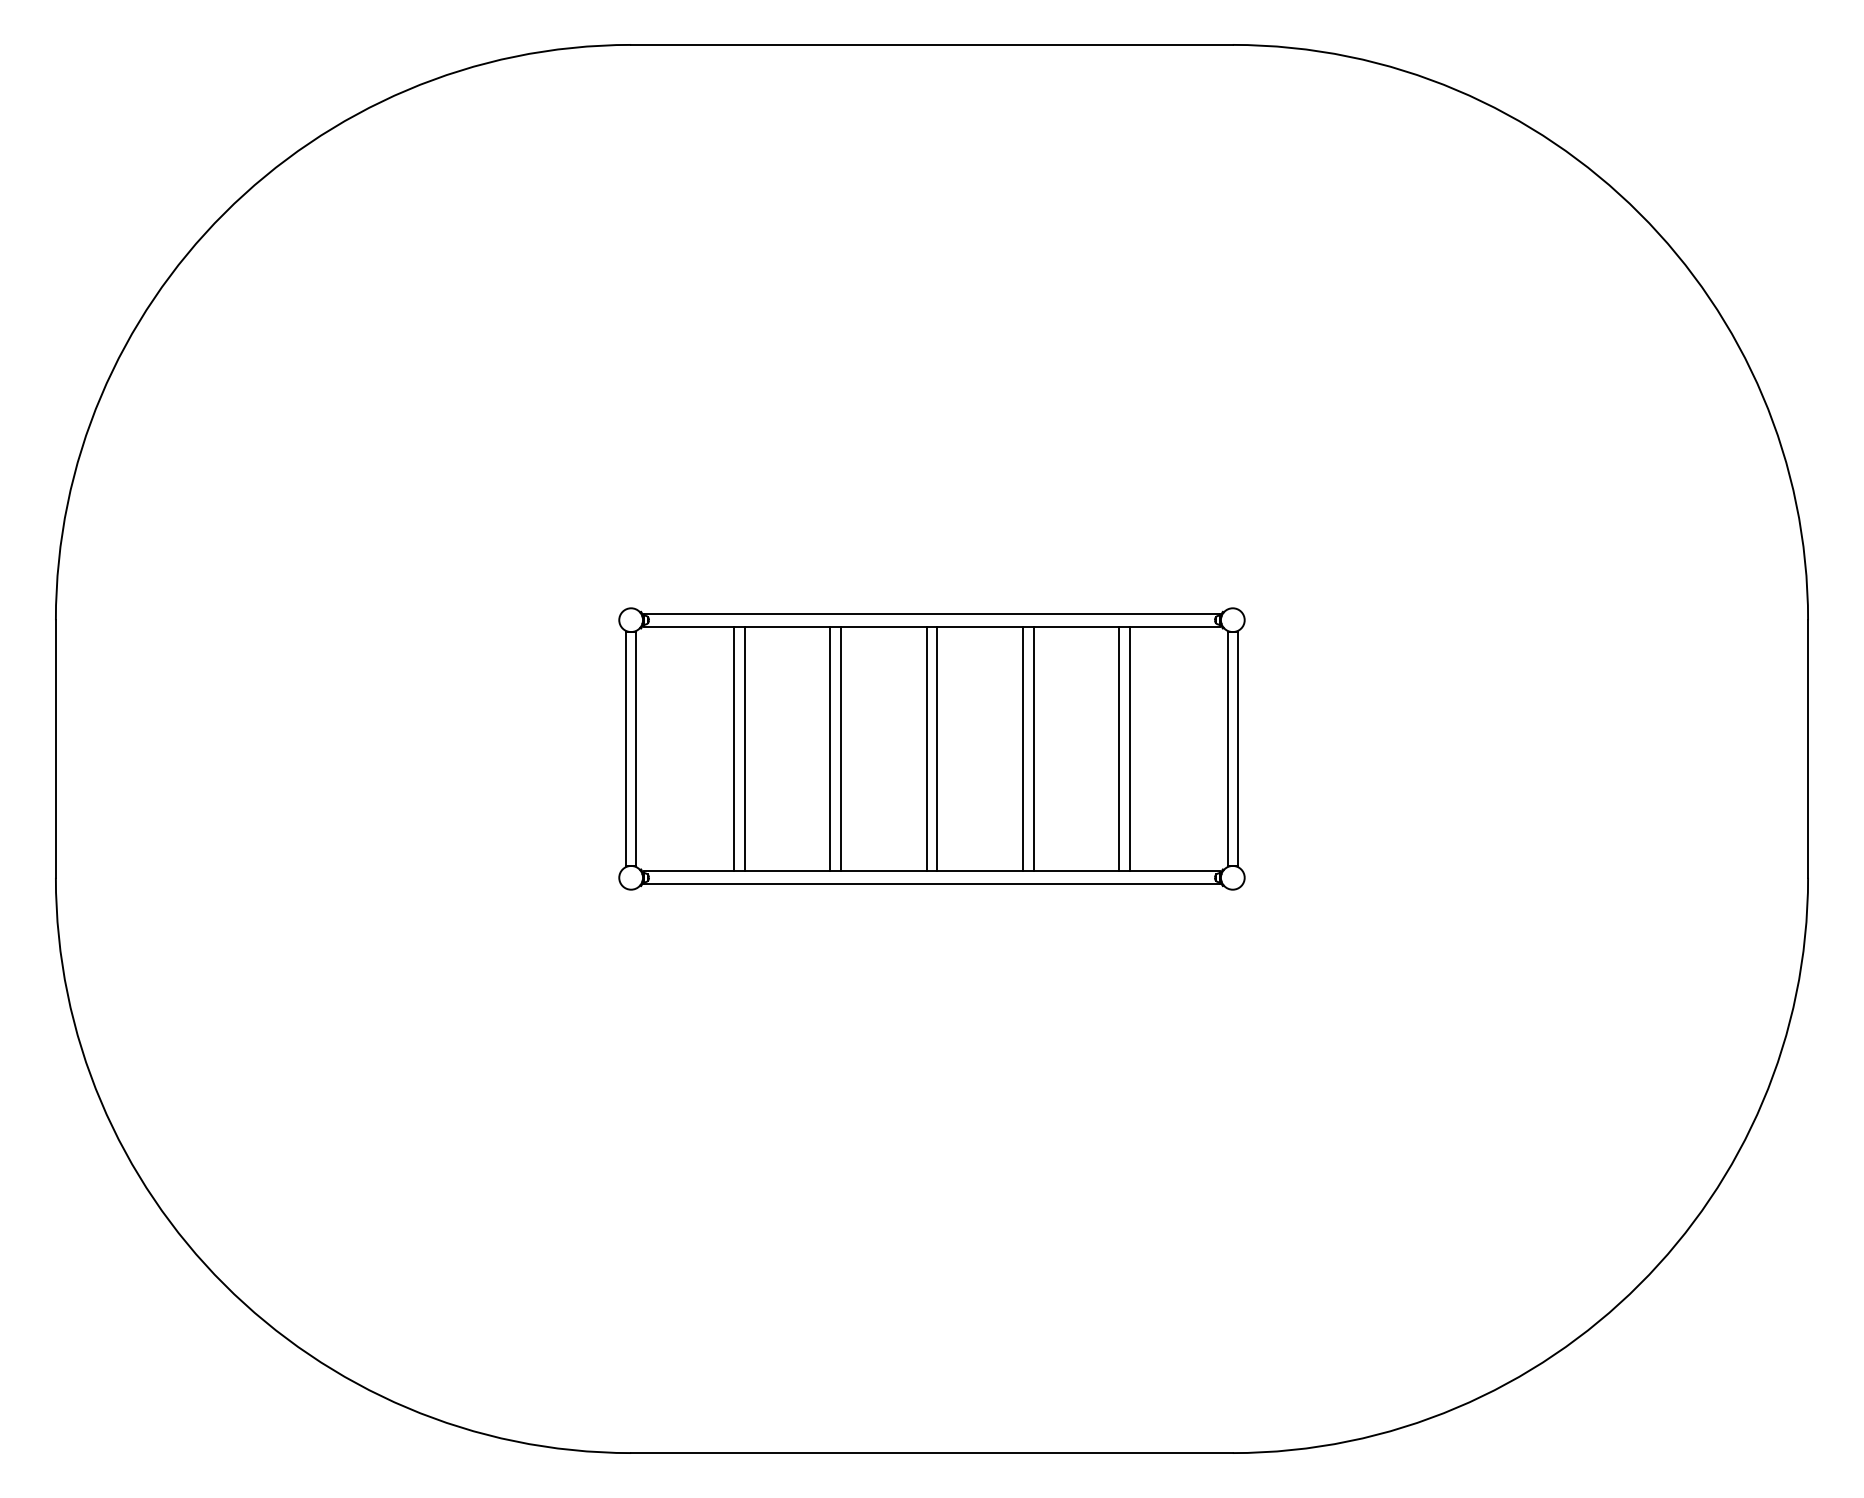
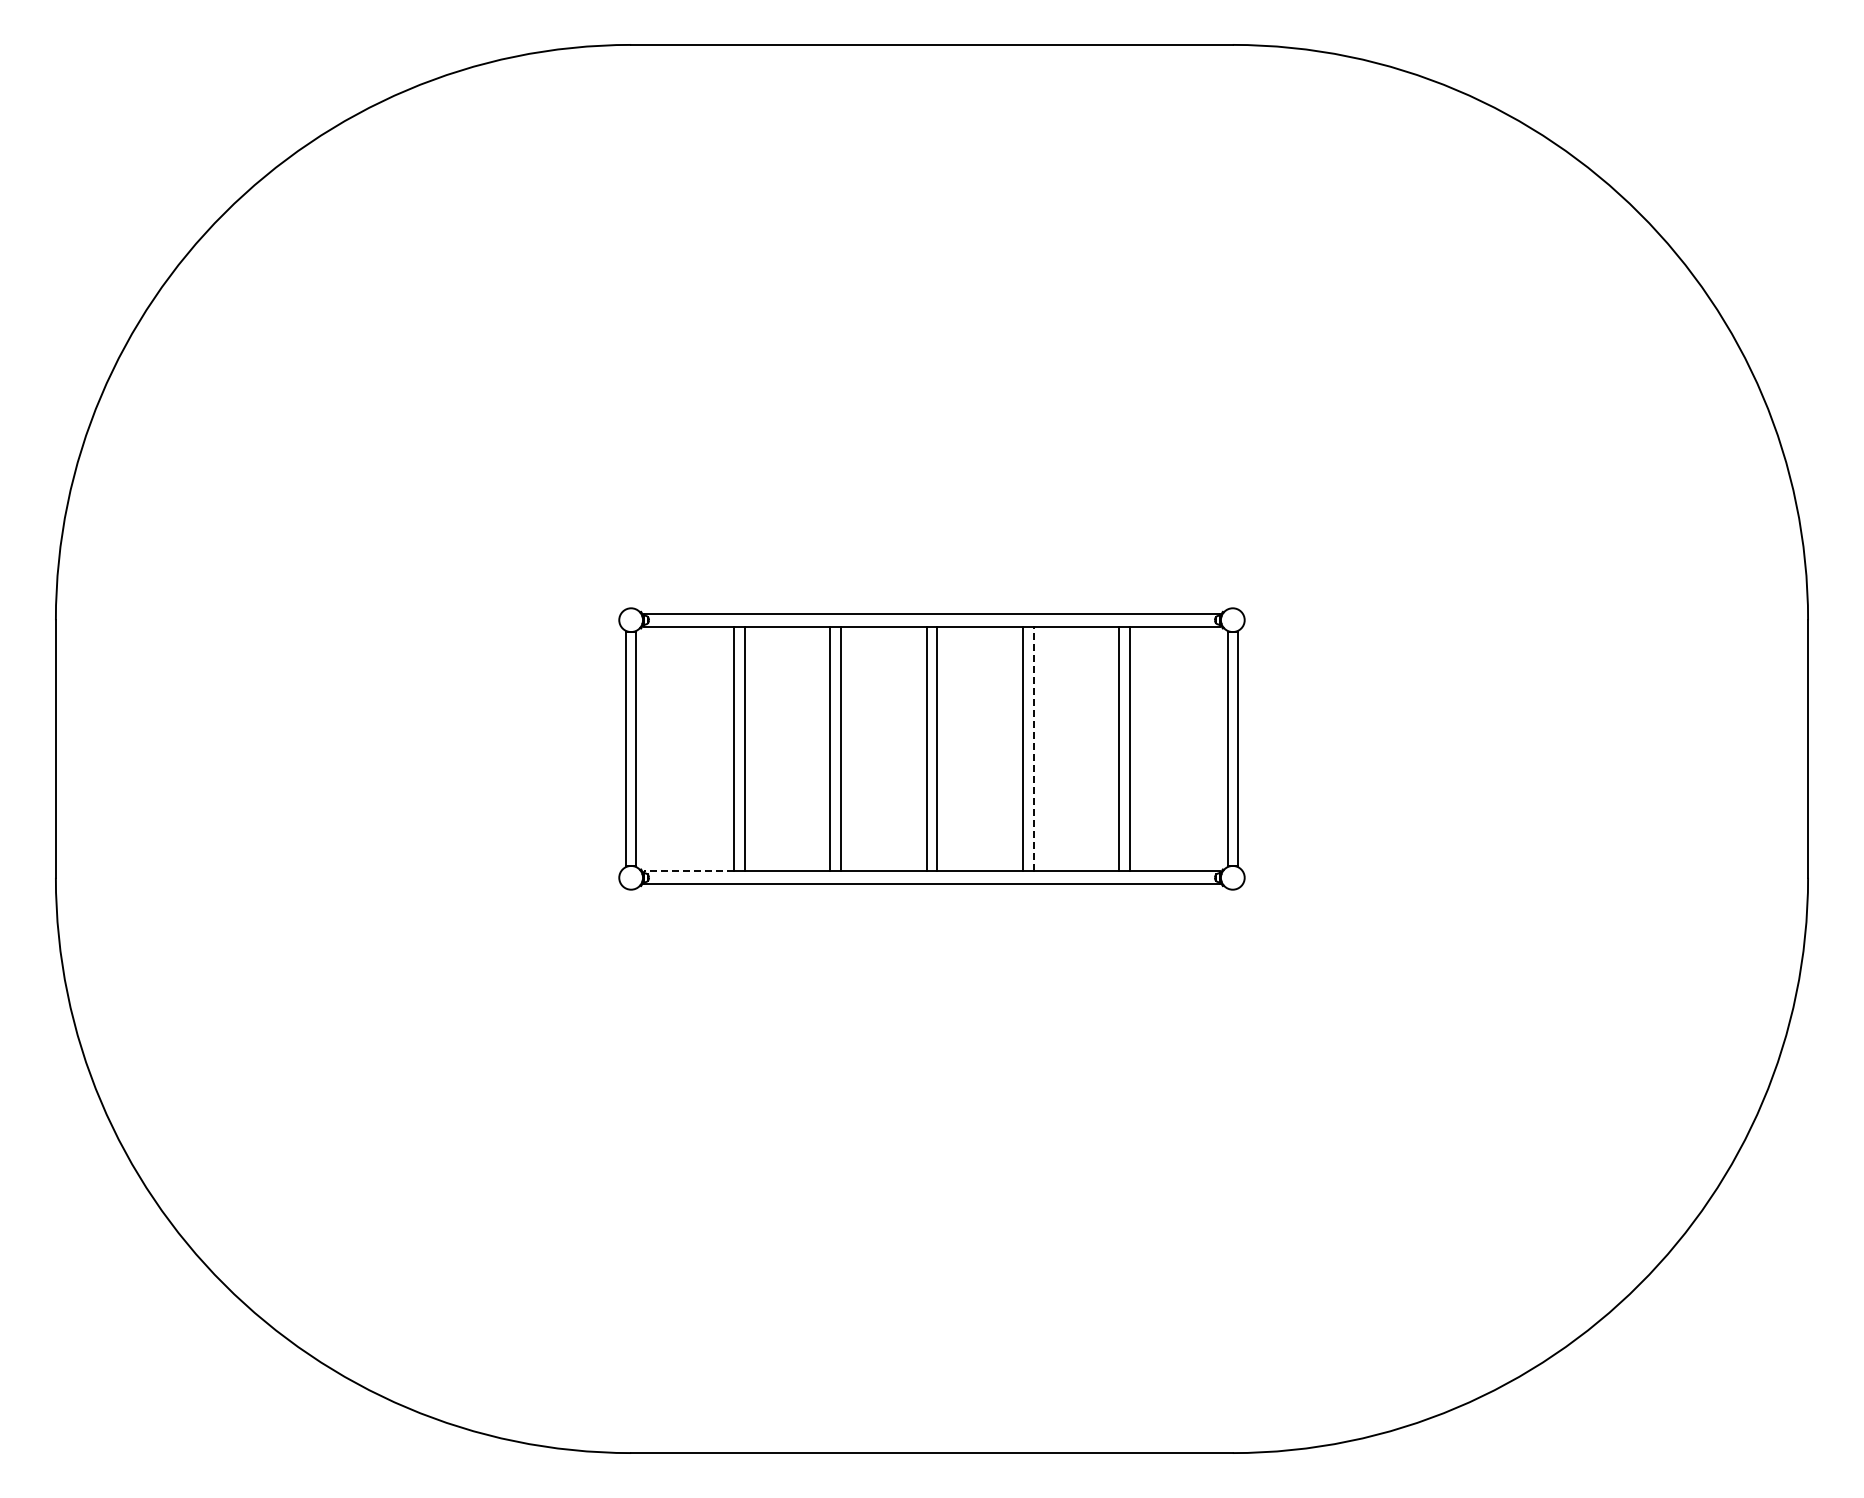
line at (1033, 748): solid -> dashed
line at (688, 871): solid -> dashed
